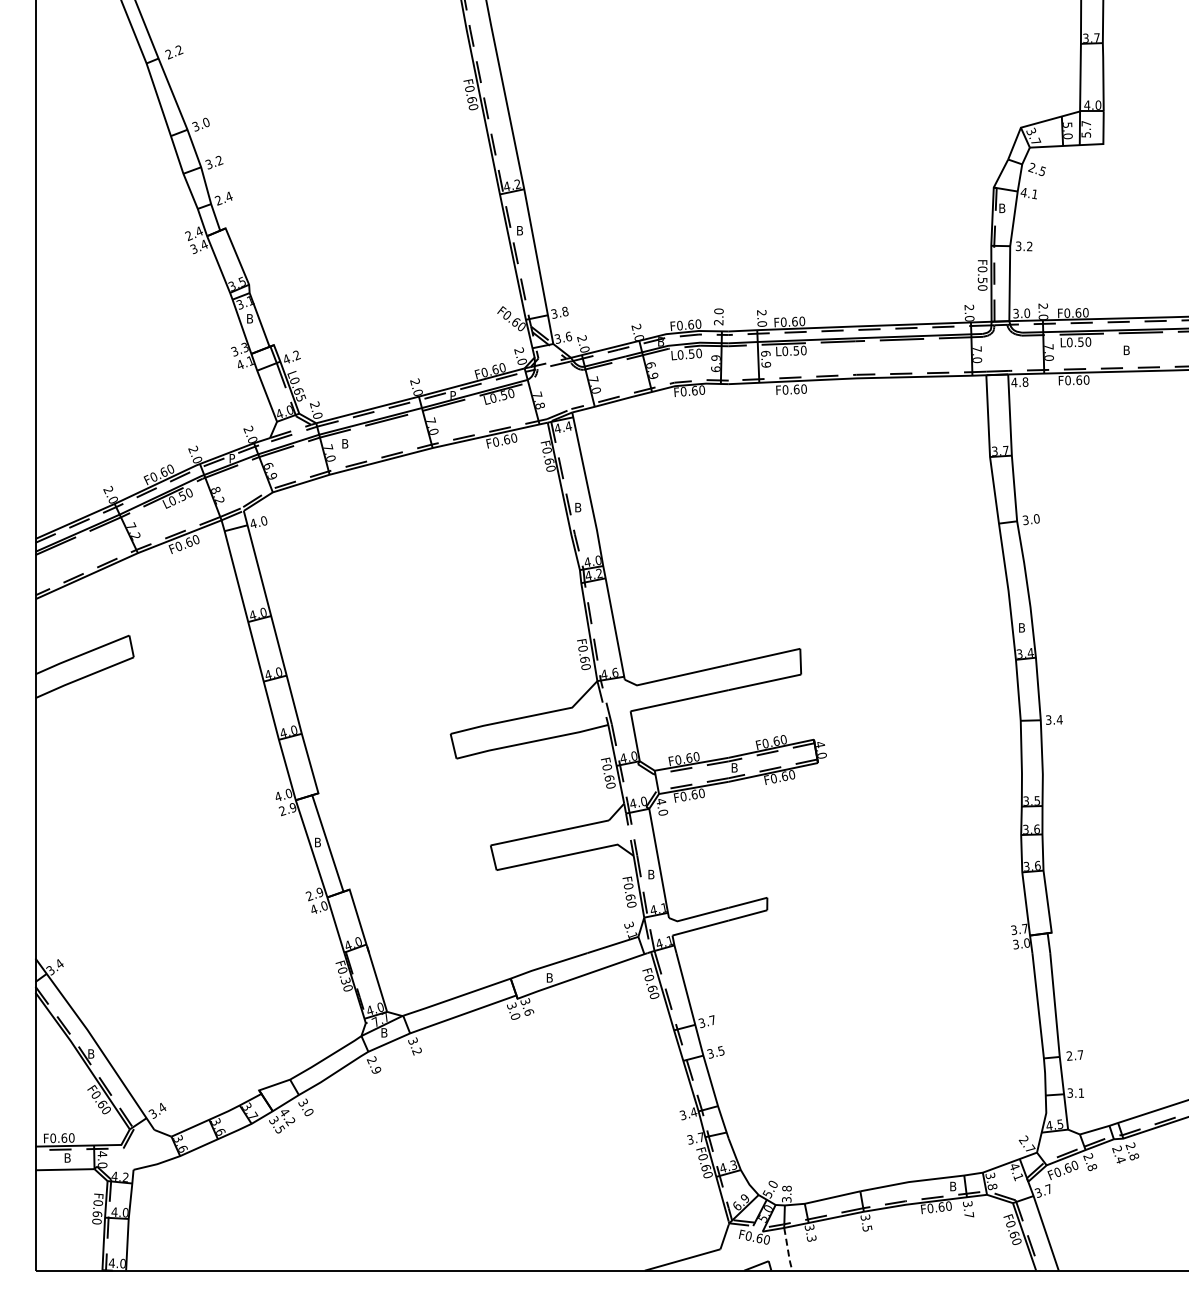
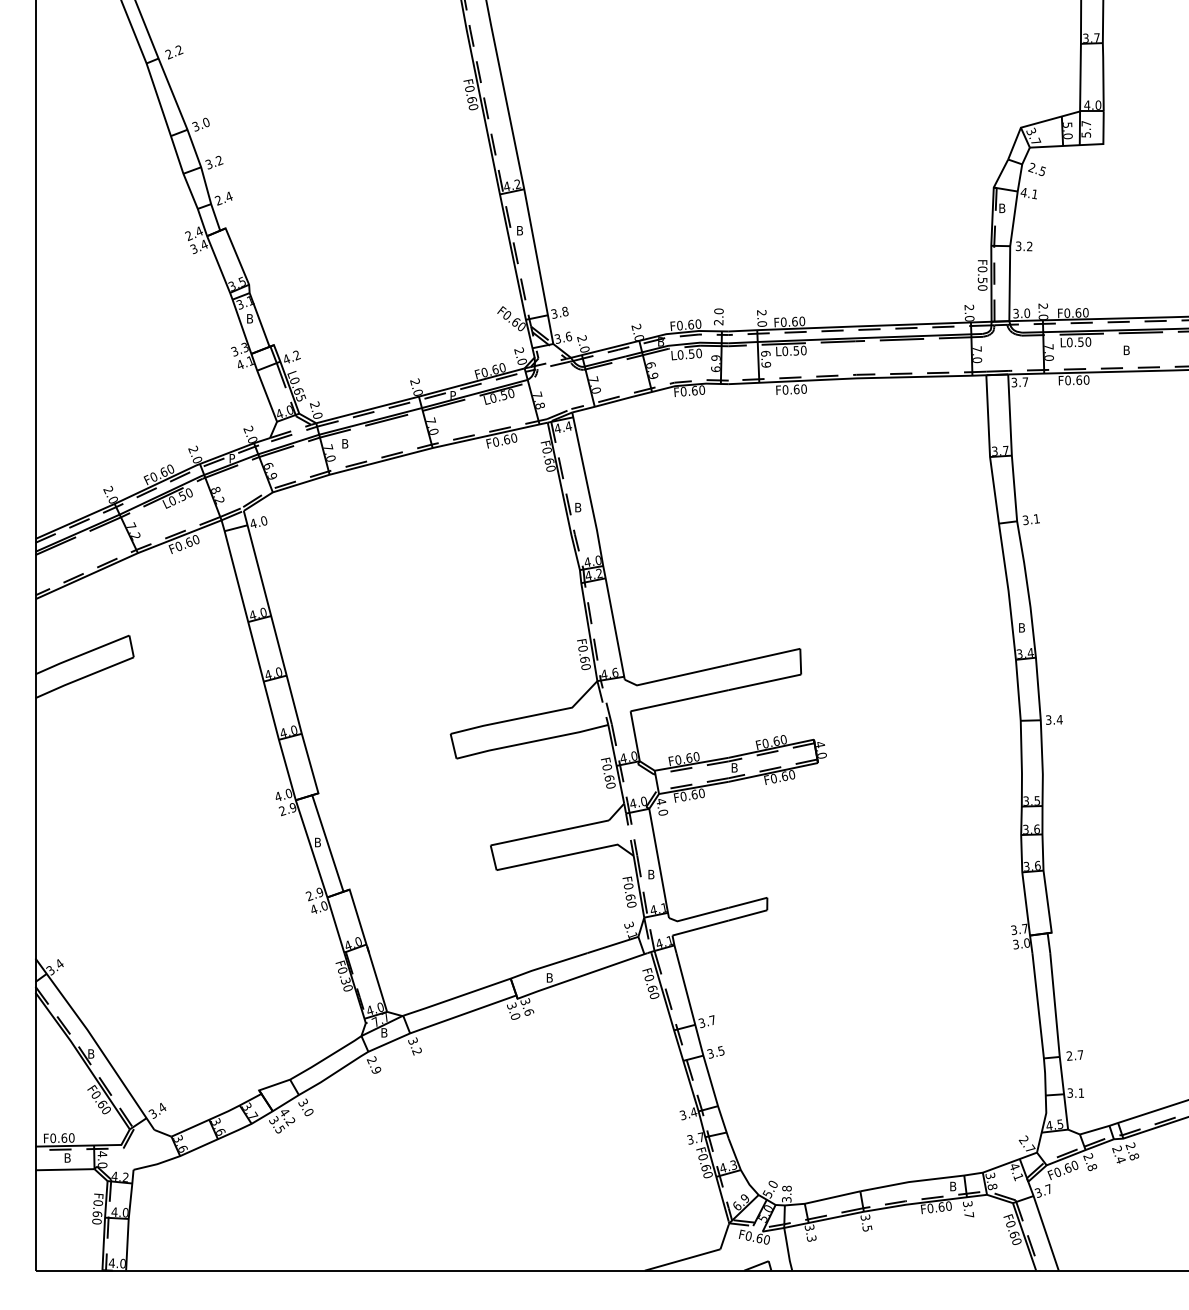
text at (1019, 382): 4.8 -> 3.7
text at (1036, 518): 3.0 -> 3.1
line at (787, 1249): dashed -> solid
